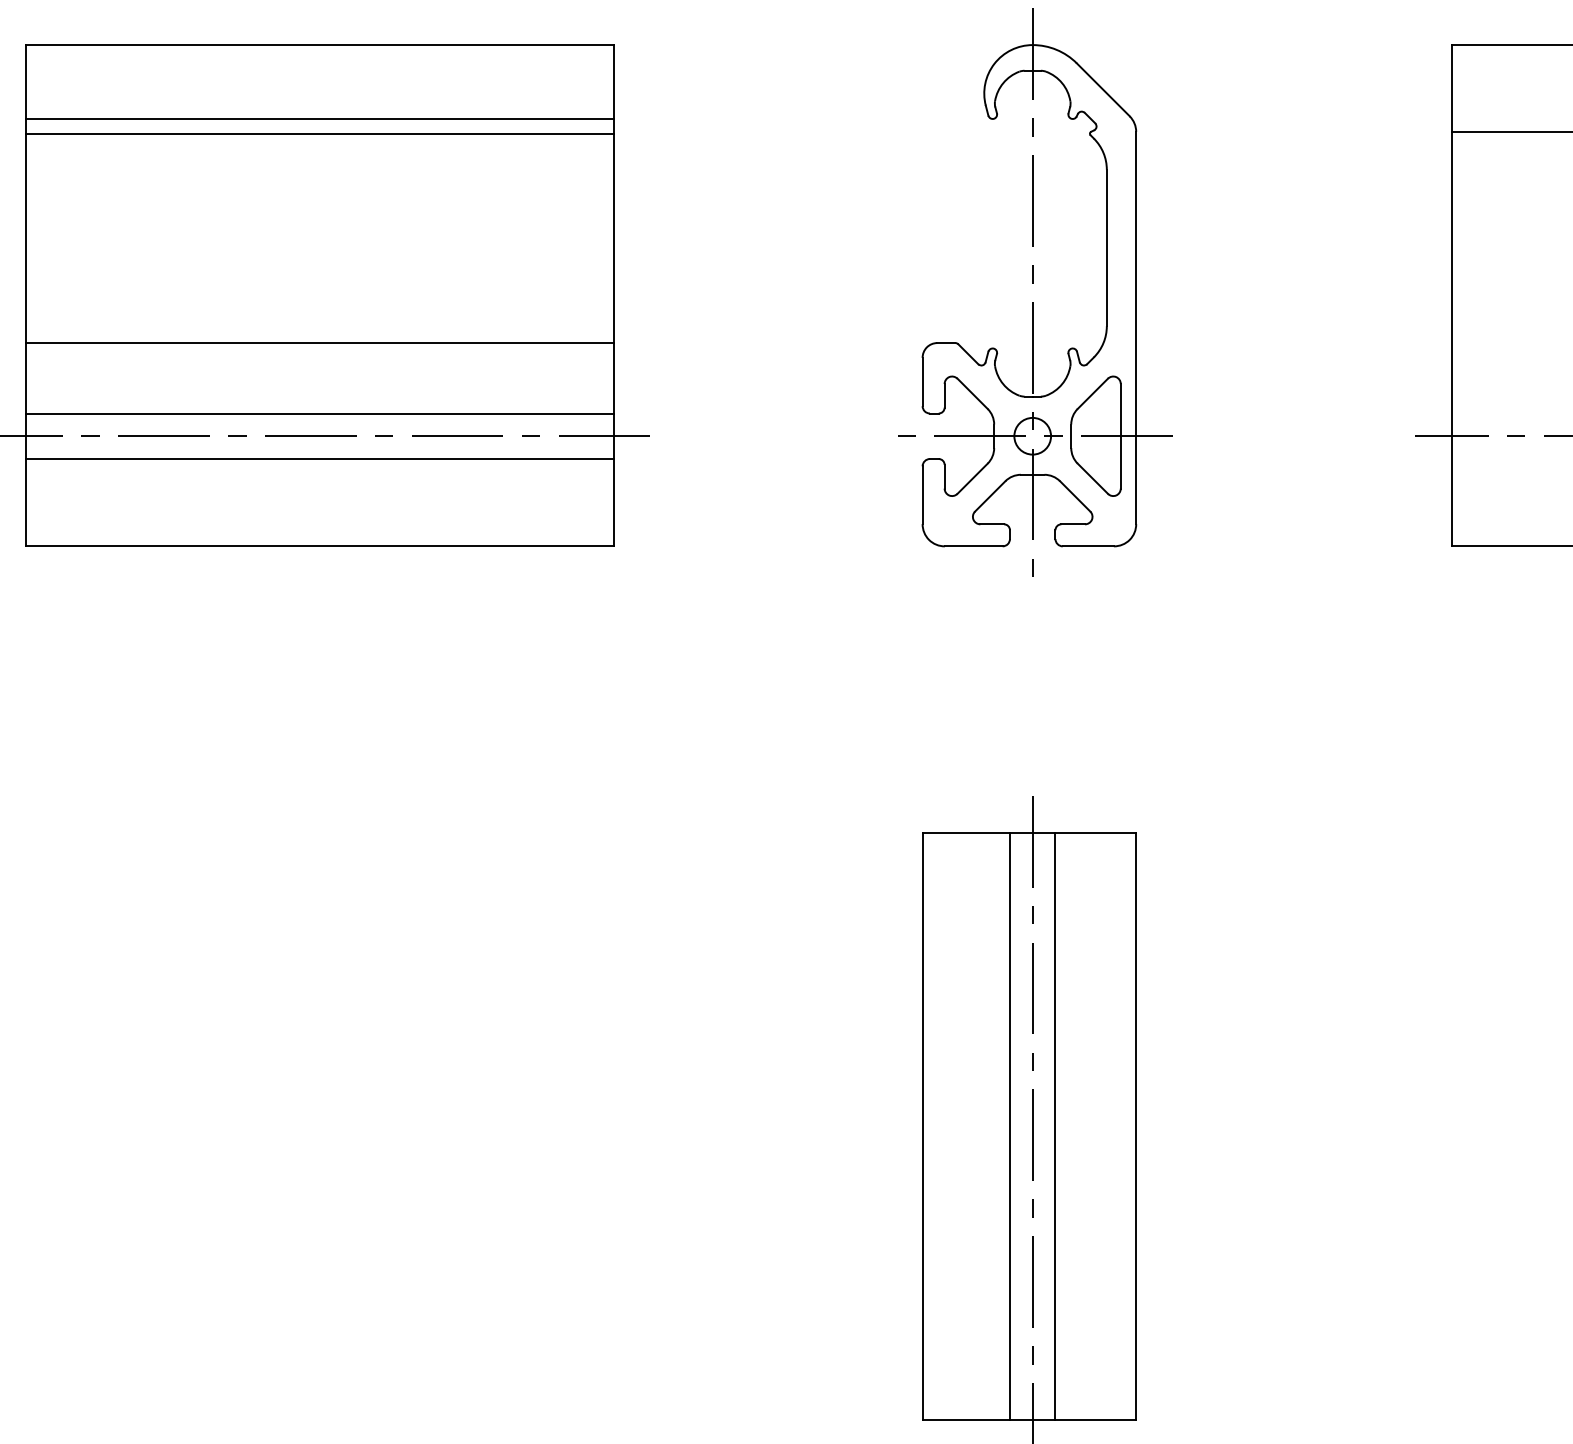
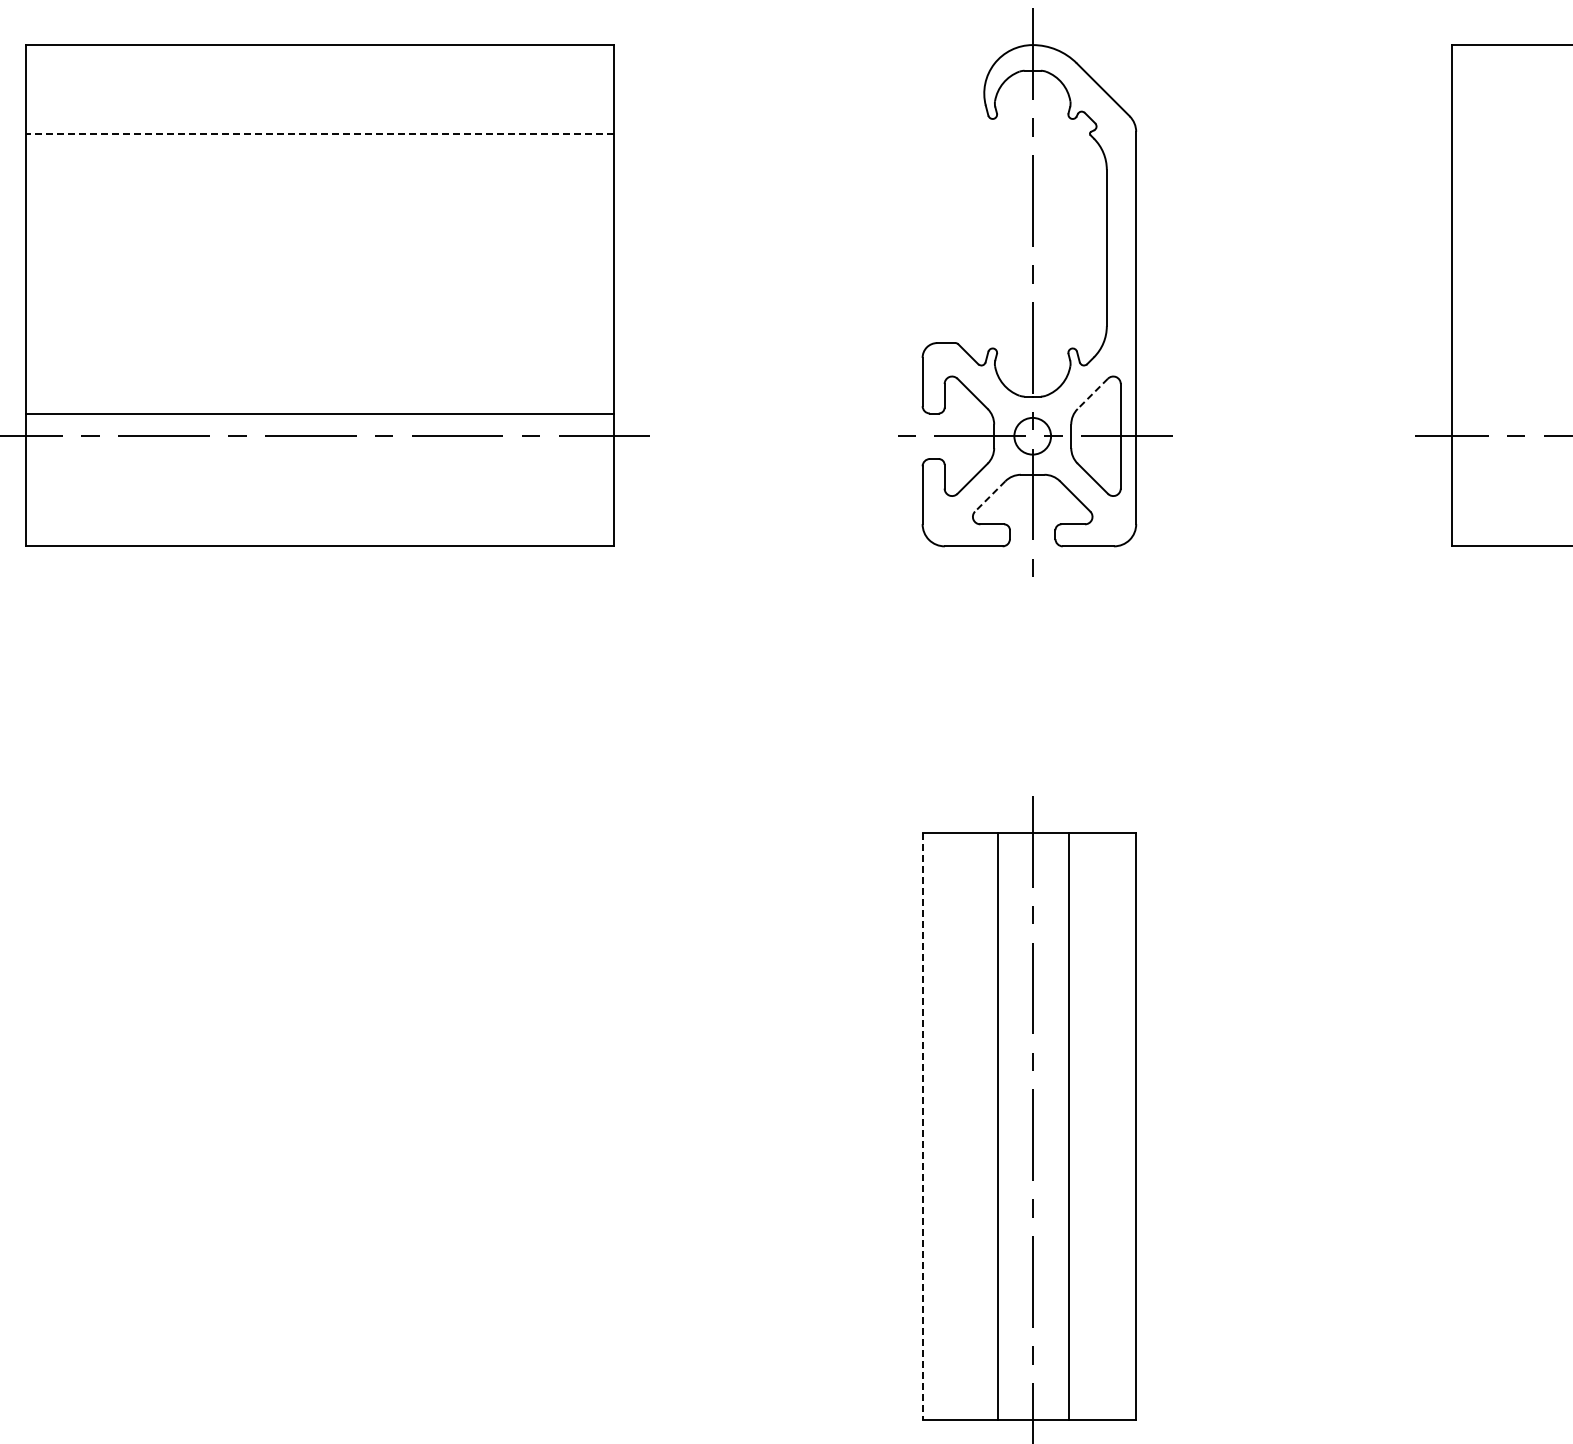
line at (319, 118): present -> none
line at (1510, 131): present -> none
line at (320, 133): solid -> dashed
line at (319, 343): present -> none
line at (1092, 394): solid -> dashed
line at (319, 459): present -> none
line at (989, 496): solid -> dashed
line at (1009, 1125) position: (1009, 1125) -> (997, 1125)
line at (1055, 1125) position: (1055, 1125) -> (1069, 1125)
line at (922, 1126): solid -> dashed
